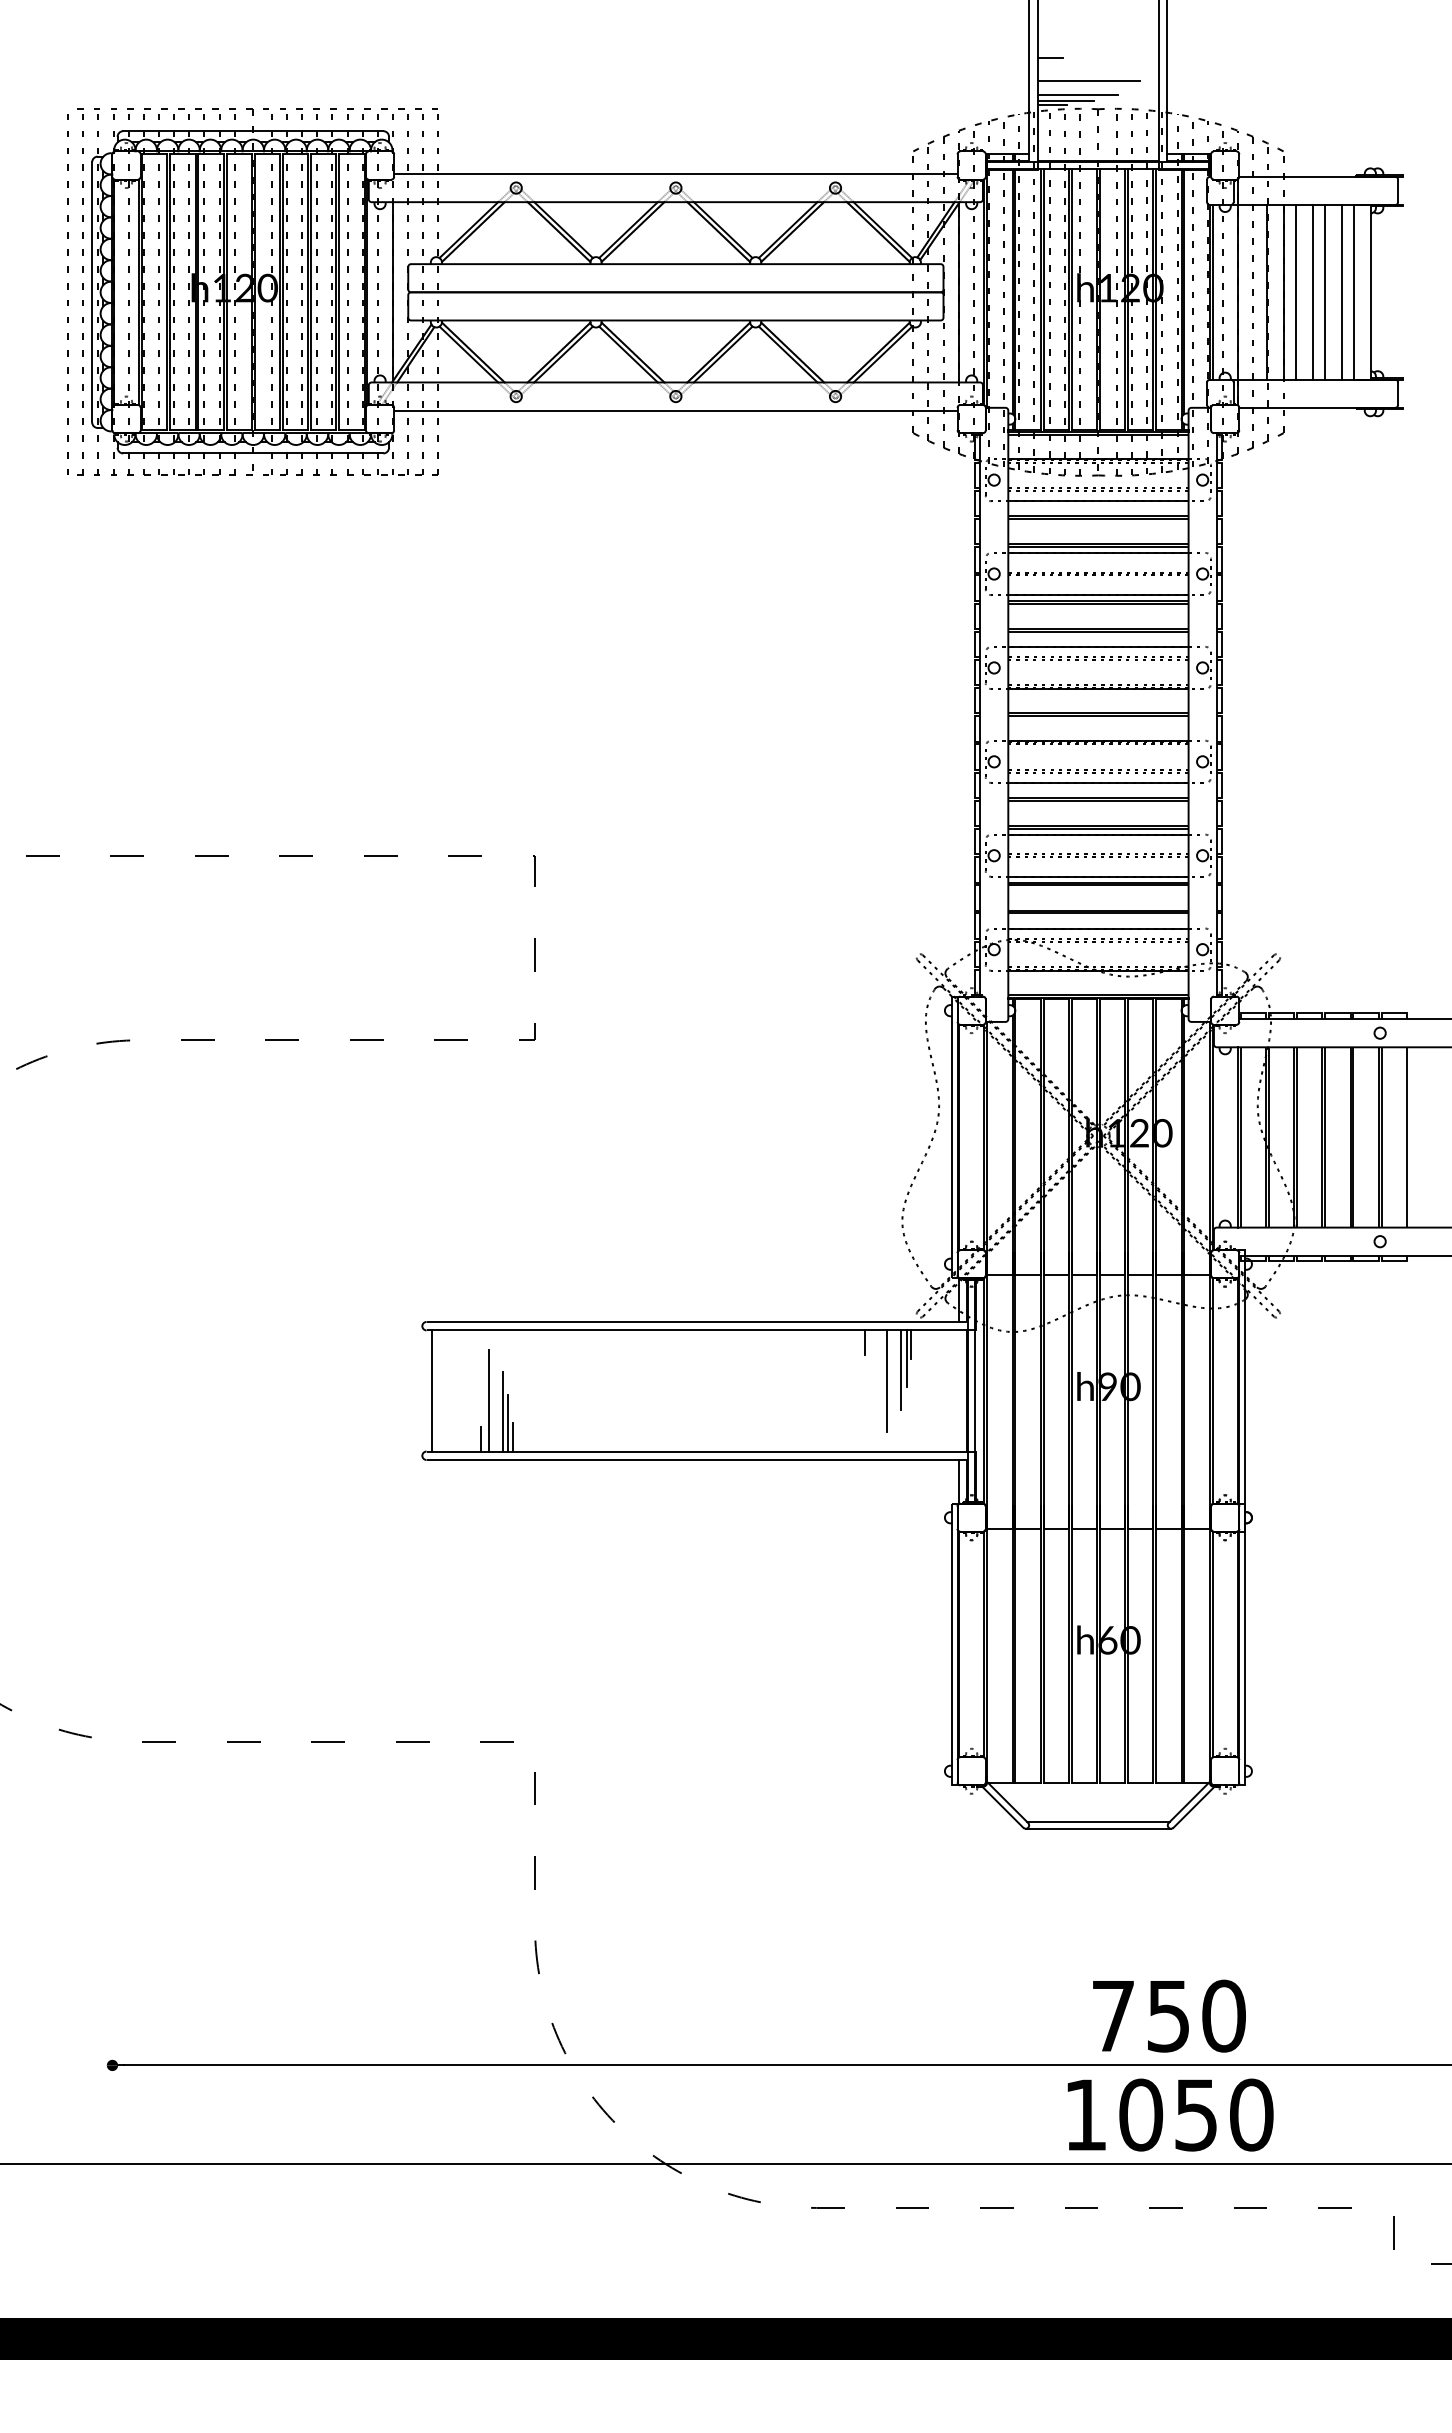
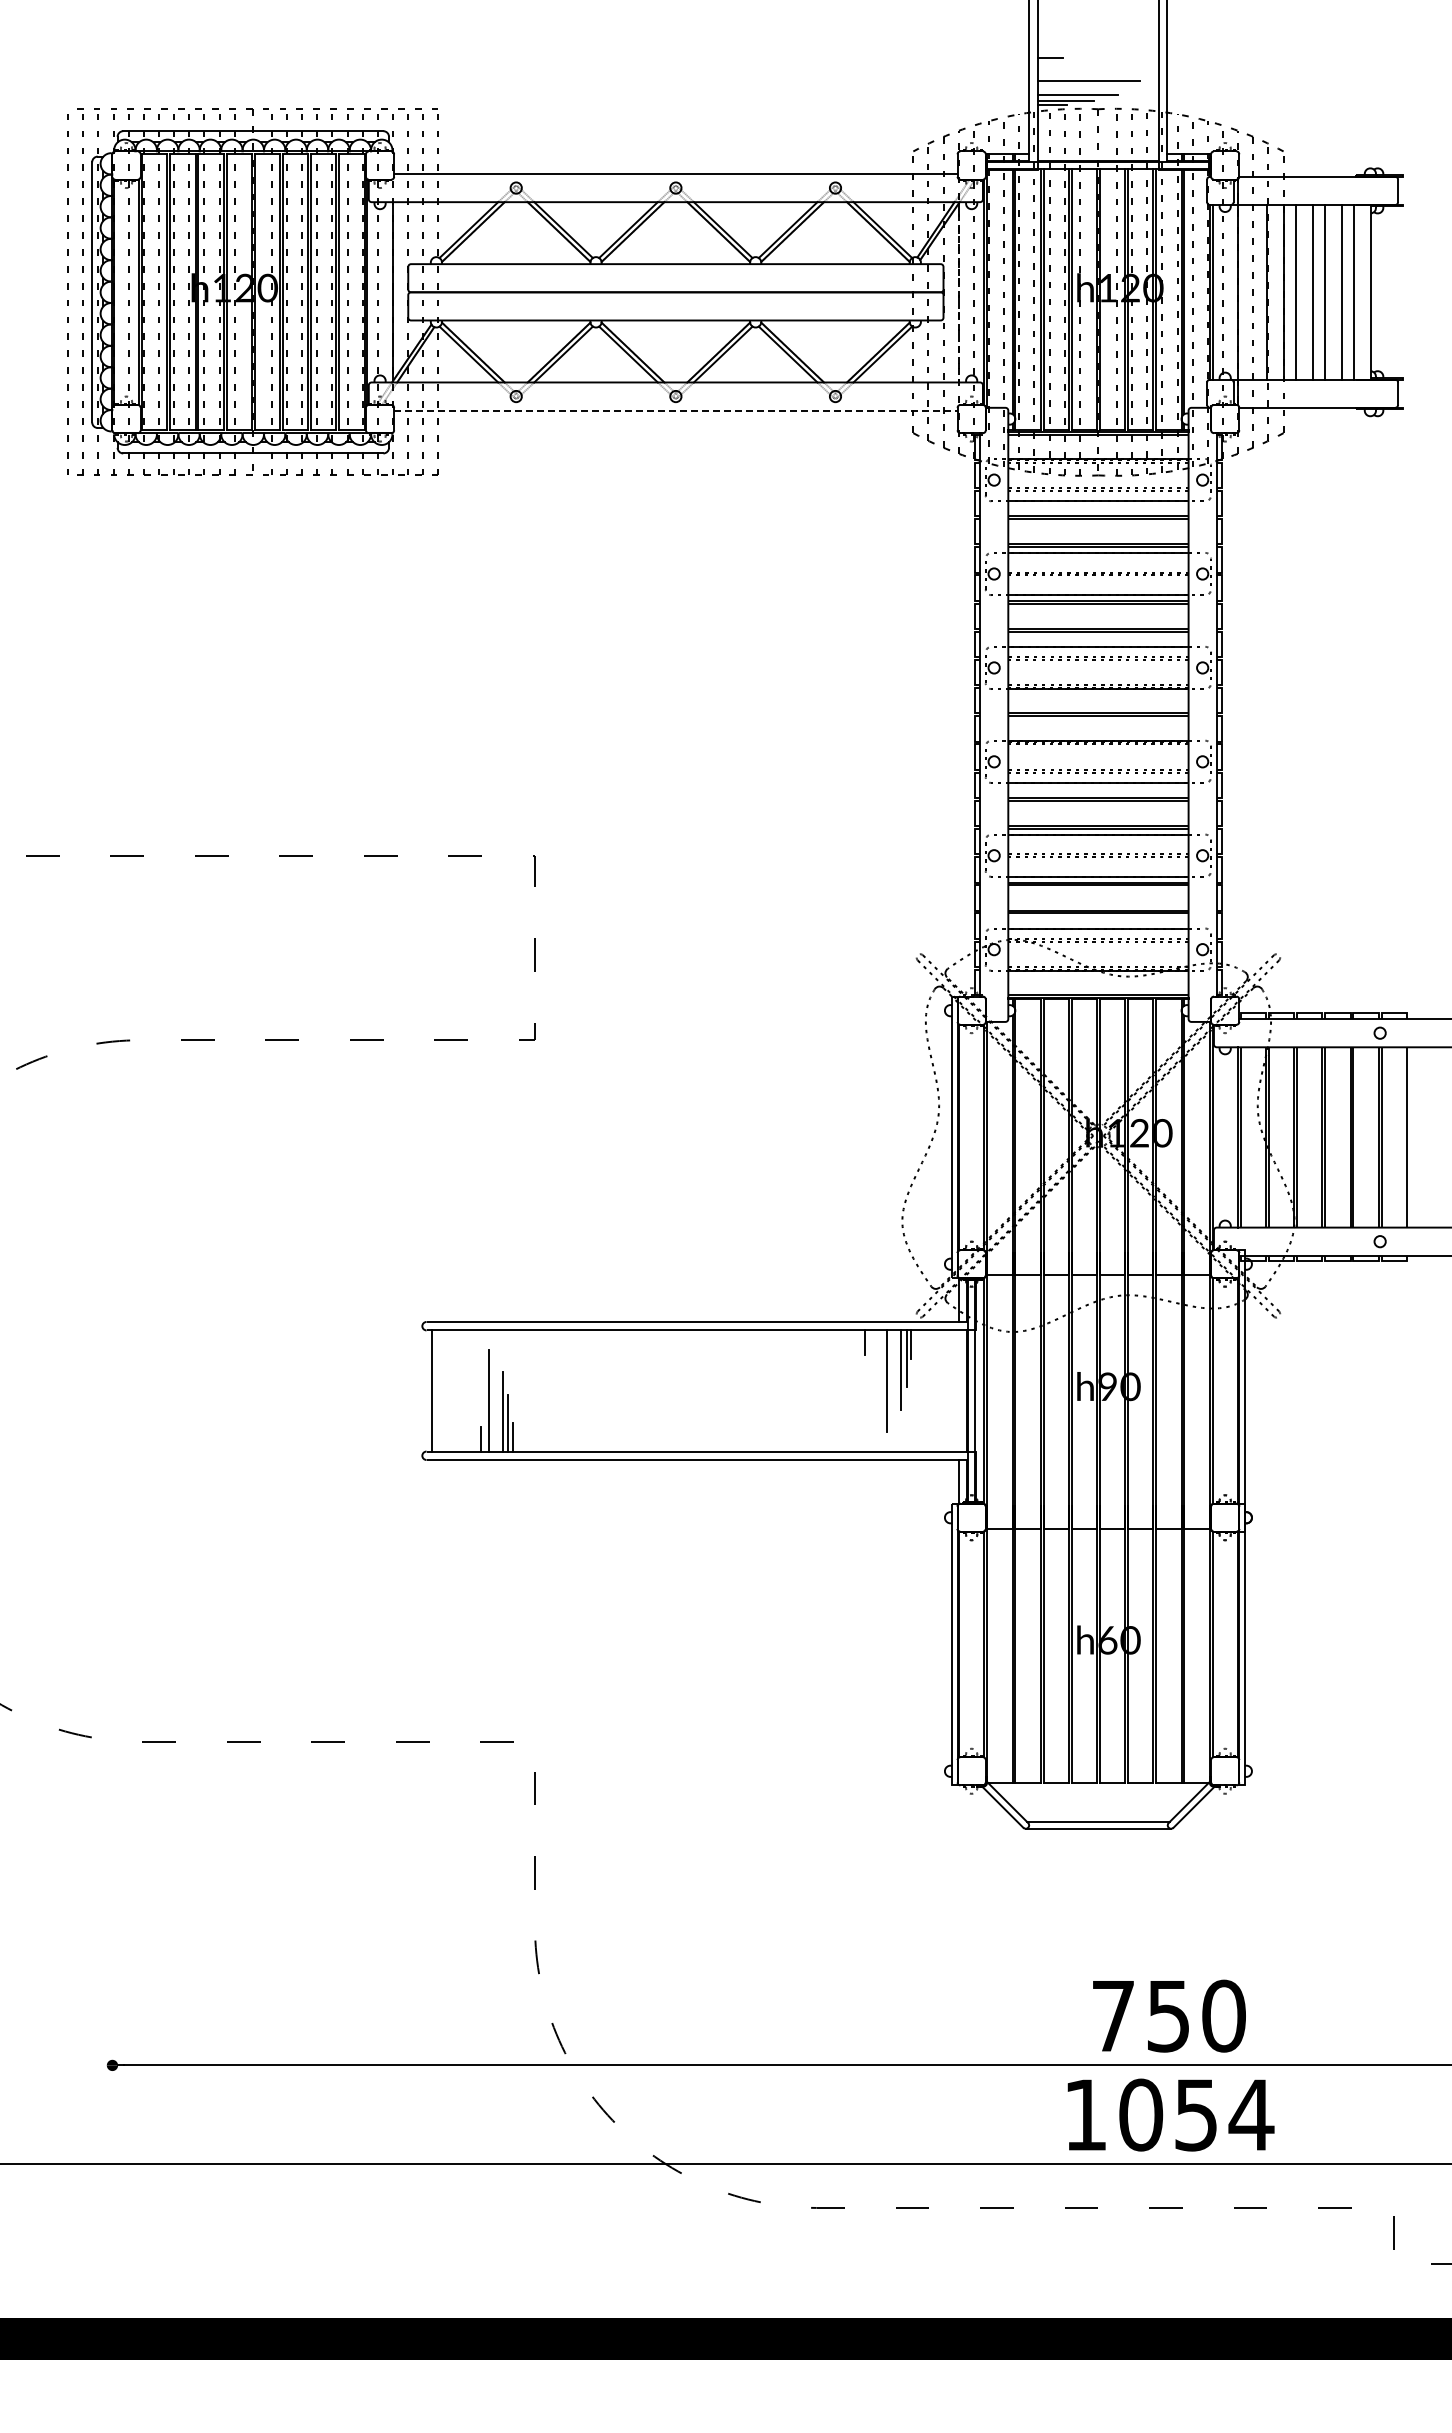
line at (959, 292): solid -> dashed
line at (675, 410): solid -> dashed
text at (1251, 2114): 1050 -> 1054
